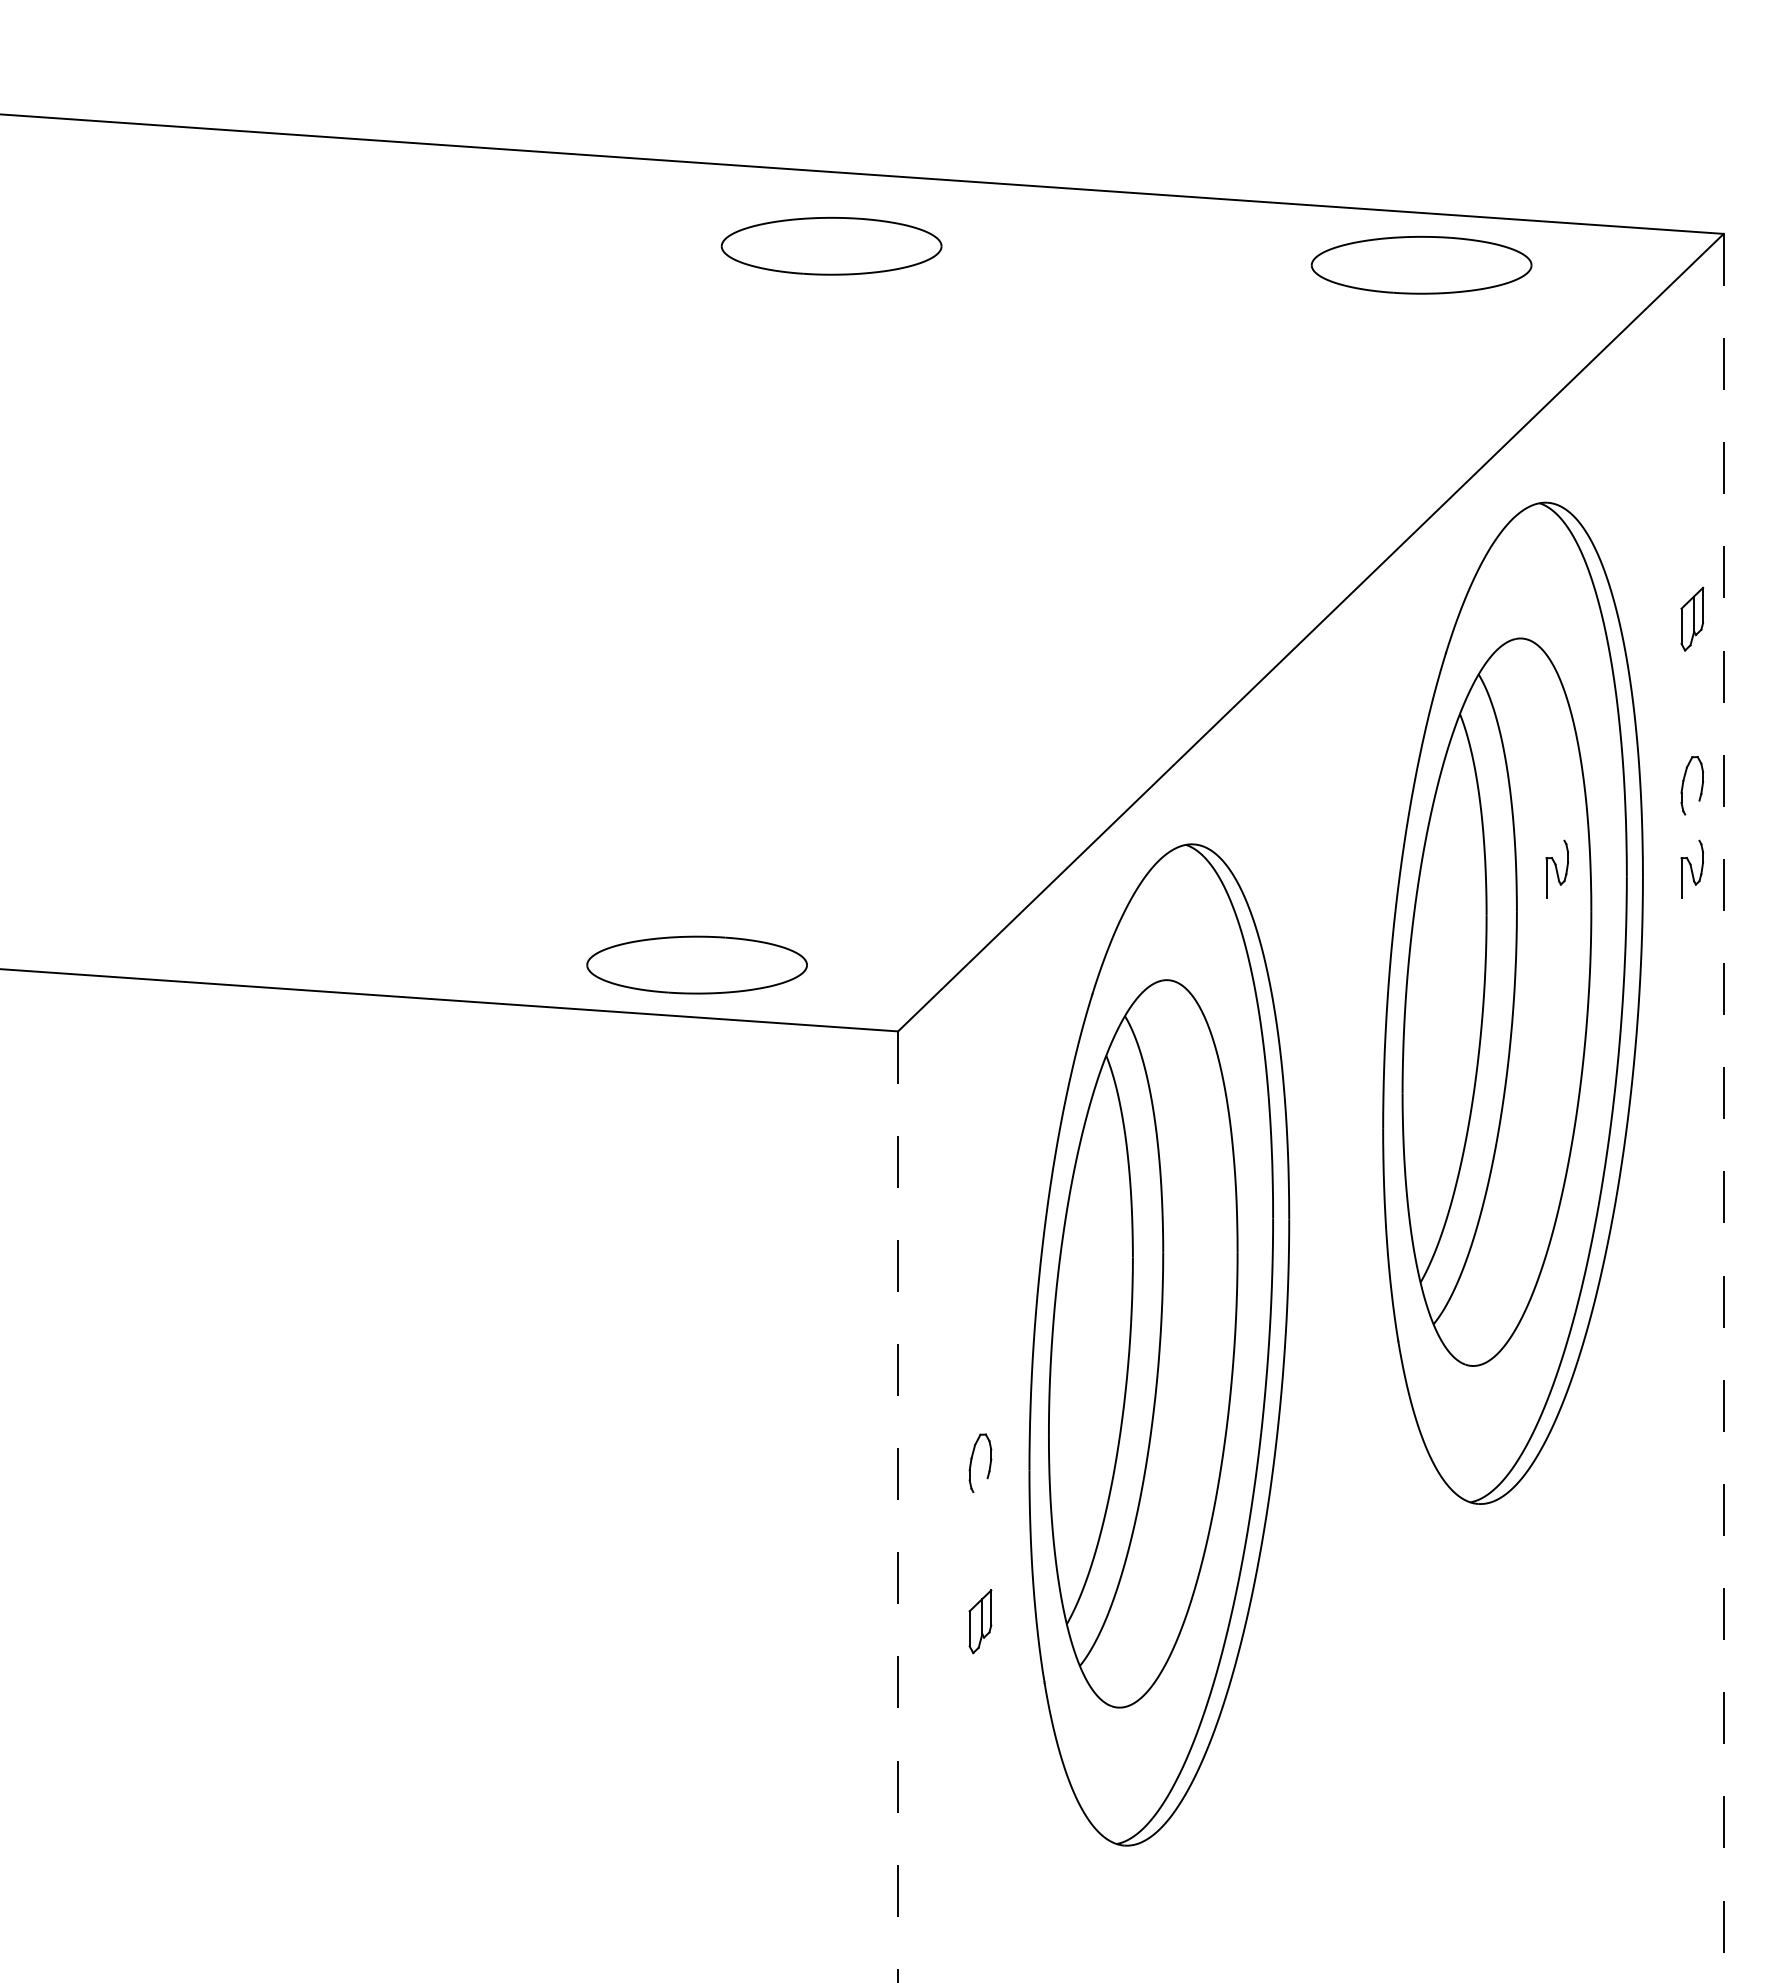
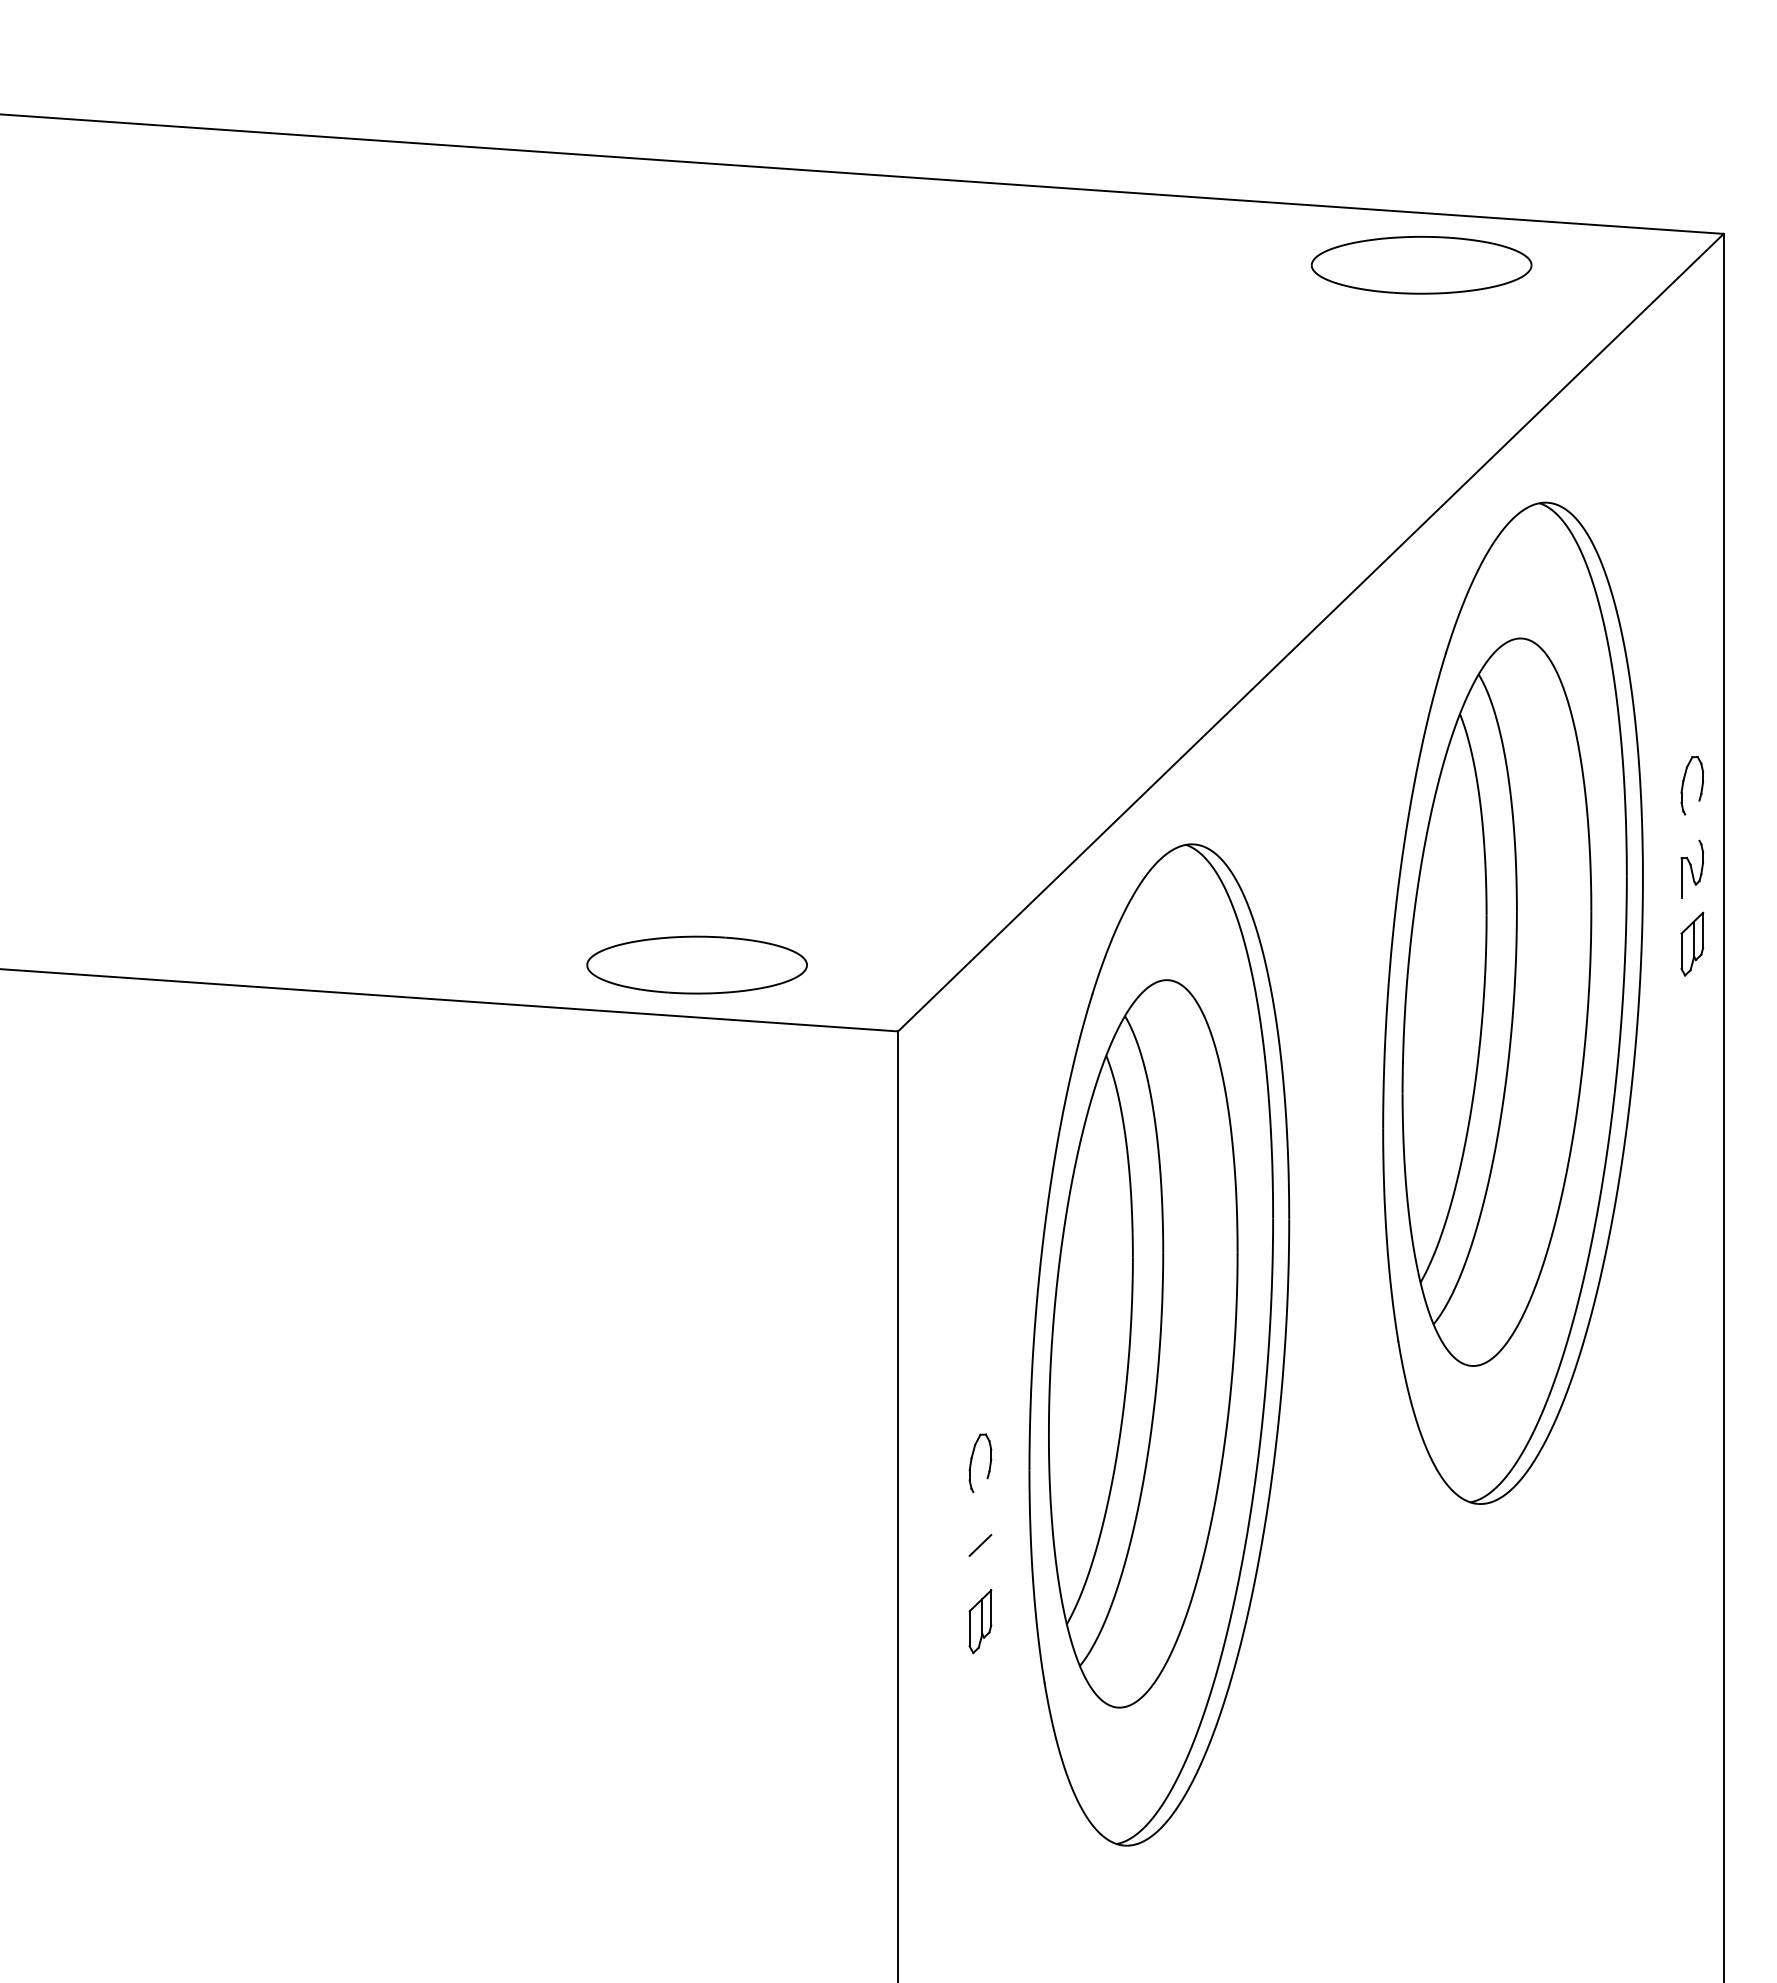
part at (831, 246): present -> none
part at (1692, 618) position: (1692, 618) -> (1692, 943)
part at (1556, 868): present -> none
line at (1723, 1108): dashed -> solid
line at (898, 1507): dashed -> solid
line at (980, 1545): none -> present
